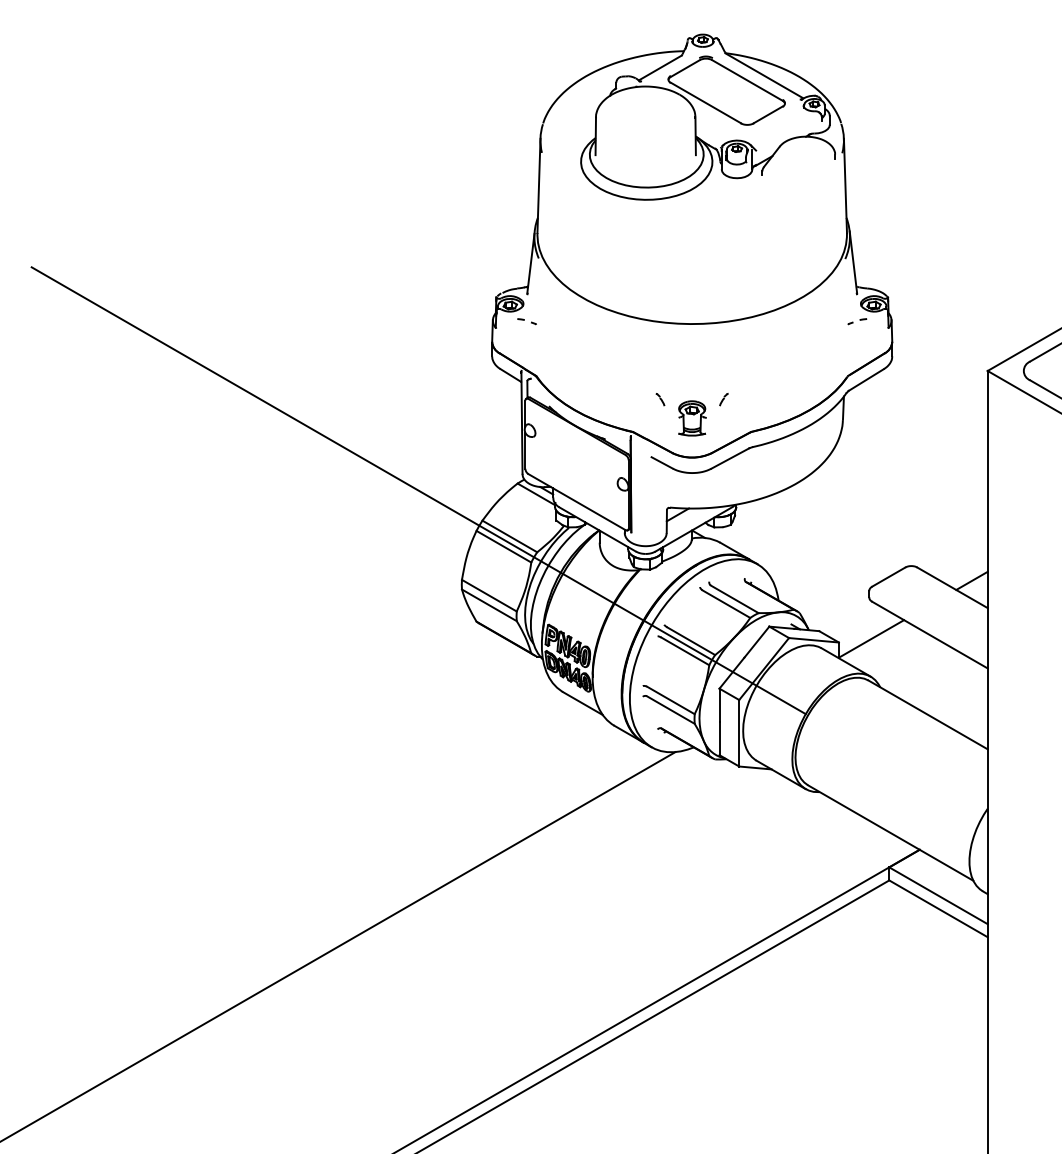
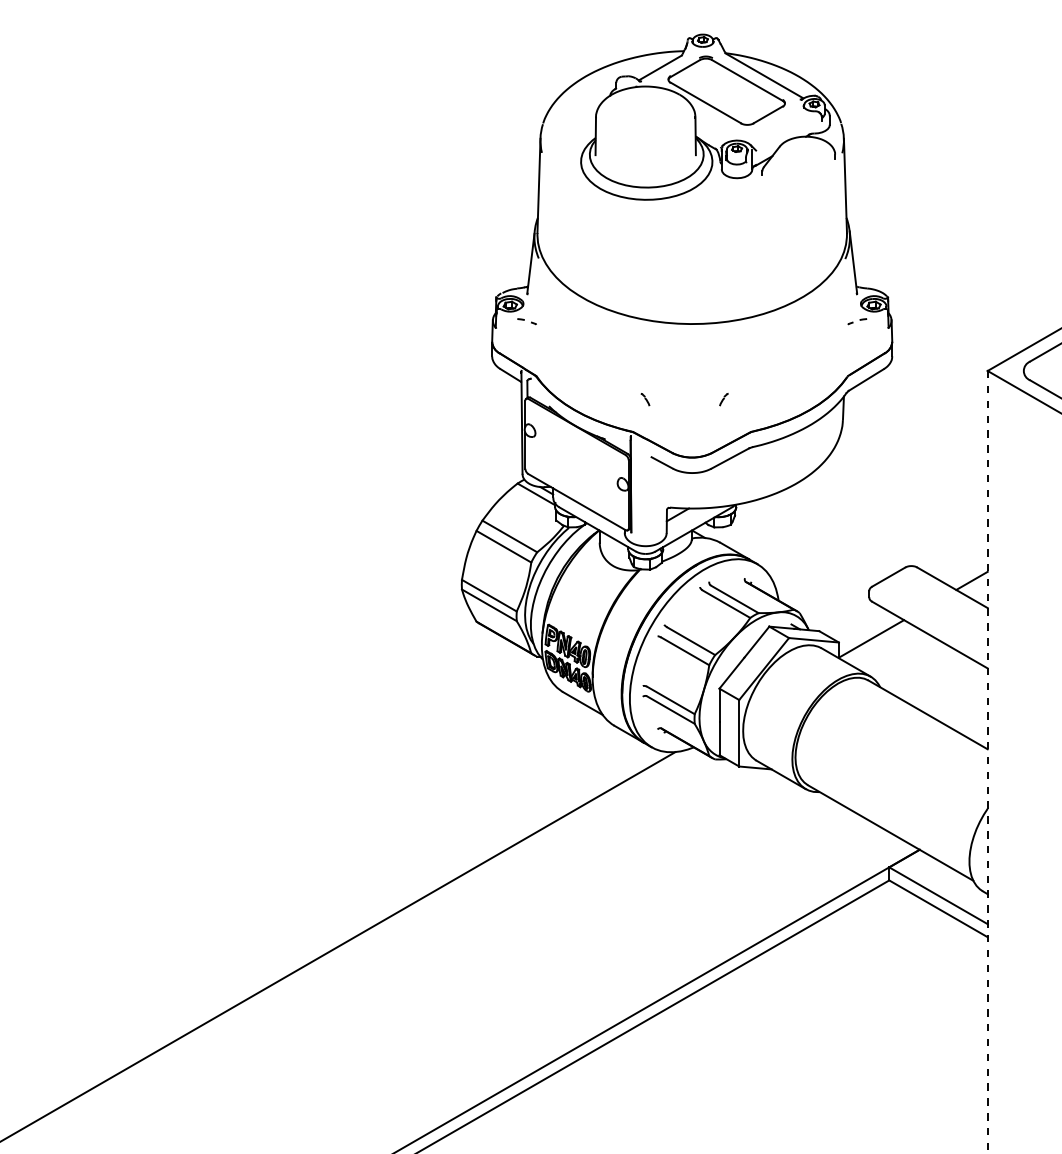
part at (660, 399) position: (660, 399) -> (645, 399)
part at (692, 418): present -> none
line at (418, 490): present -> none
line at (987, 762): solid -> dashed
